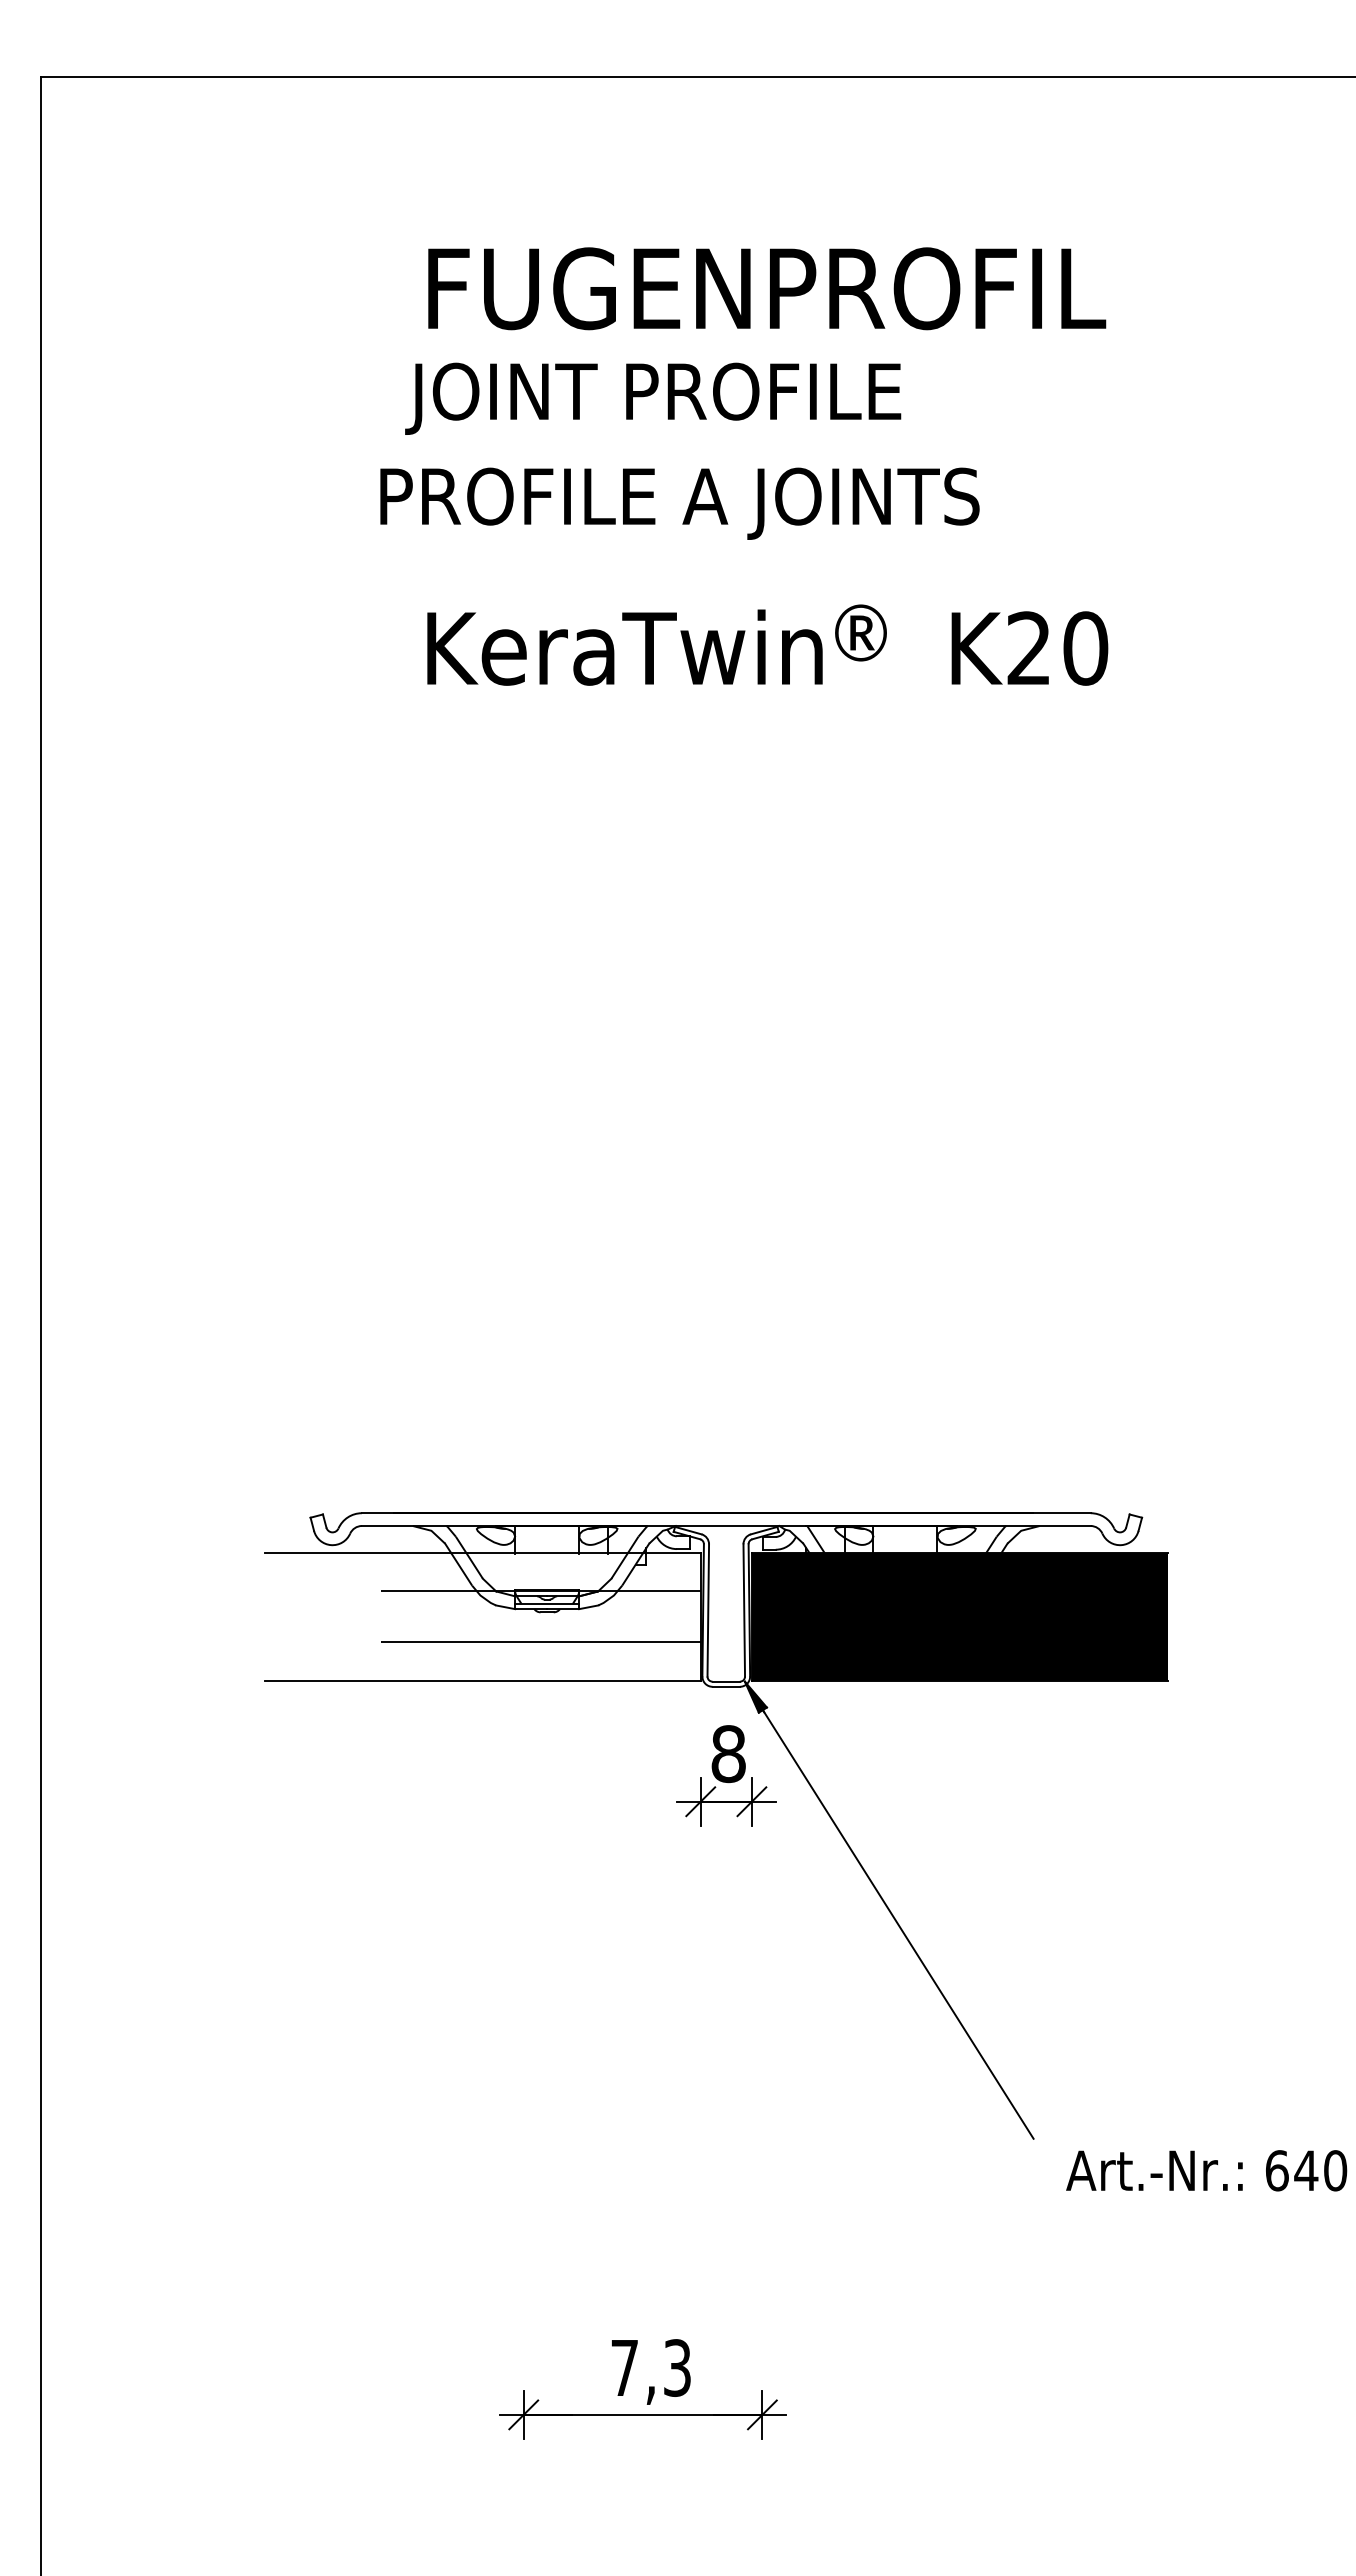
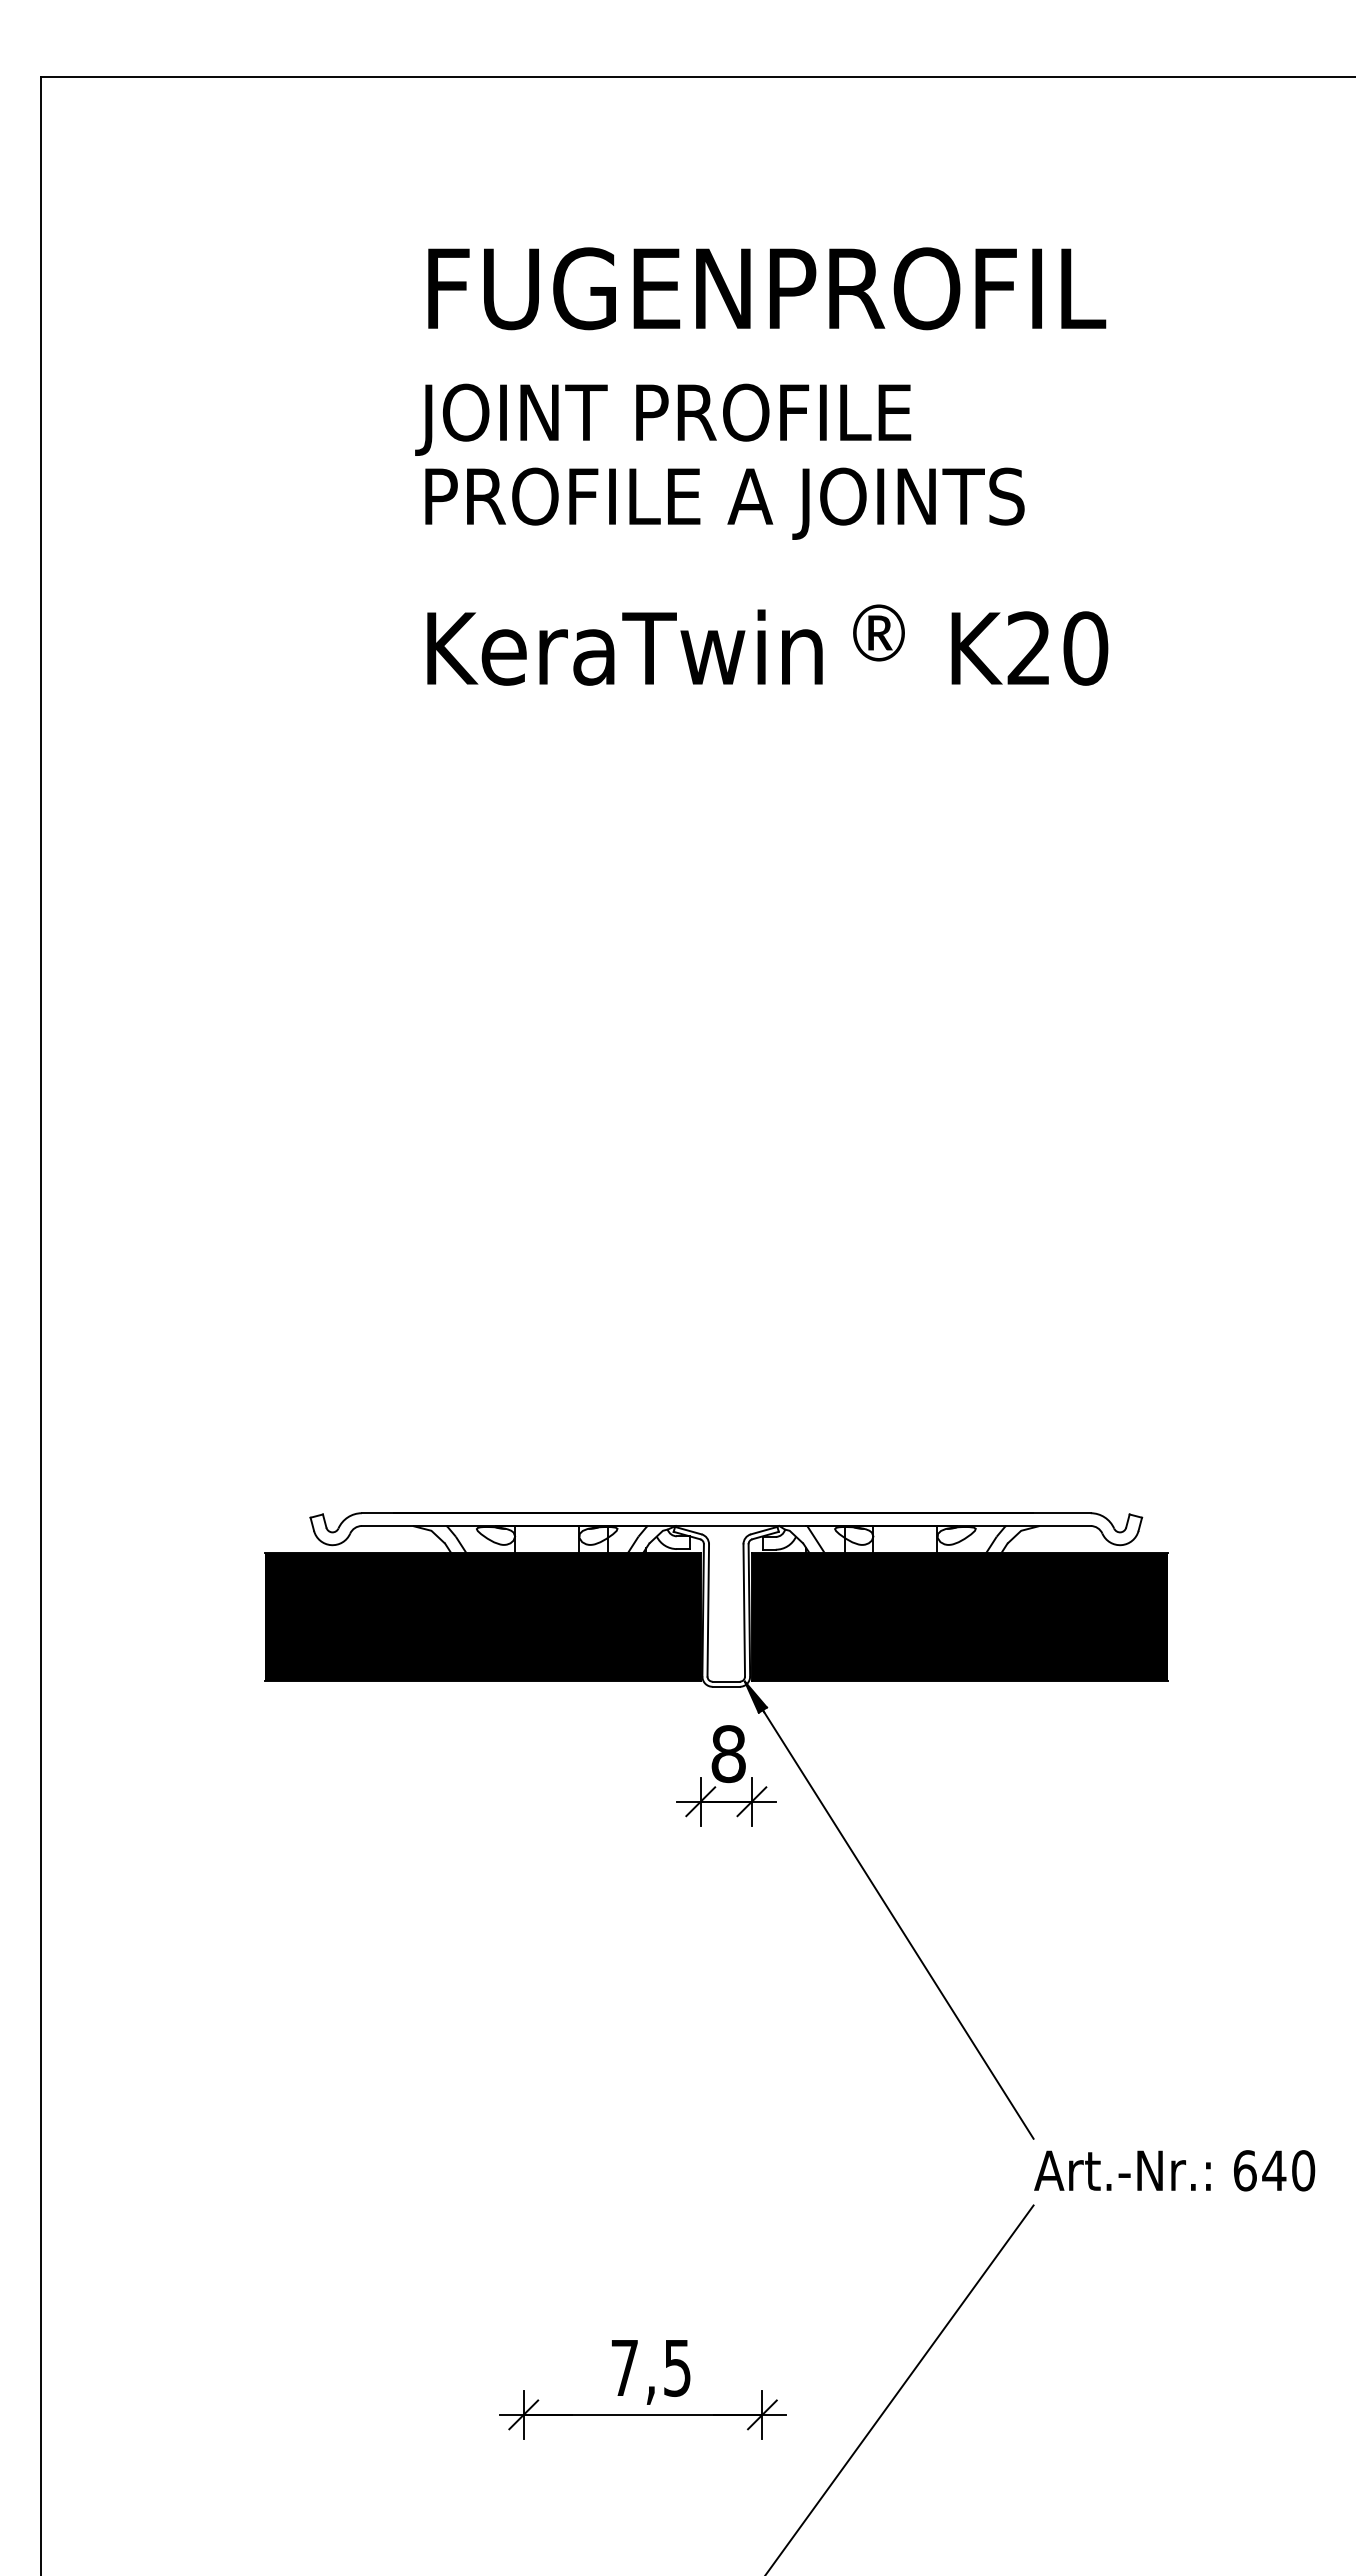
text at (653, 398) position: (653, 398) -> (663, 419)
text at (679, 503) position: (679, 503) -> (724, 503)
text at (860, 632) position: (860, 632) -> (878, 632)
fill at (482, 1616): none -> present
text at (1206, 2170) position: (1206, 2170) -> (1174, 2170)
text at (677, 2367): 7,3 -> 7,5
line at (900, 2388): none -> present
